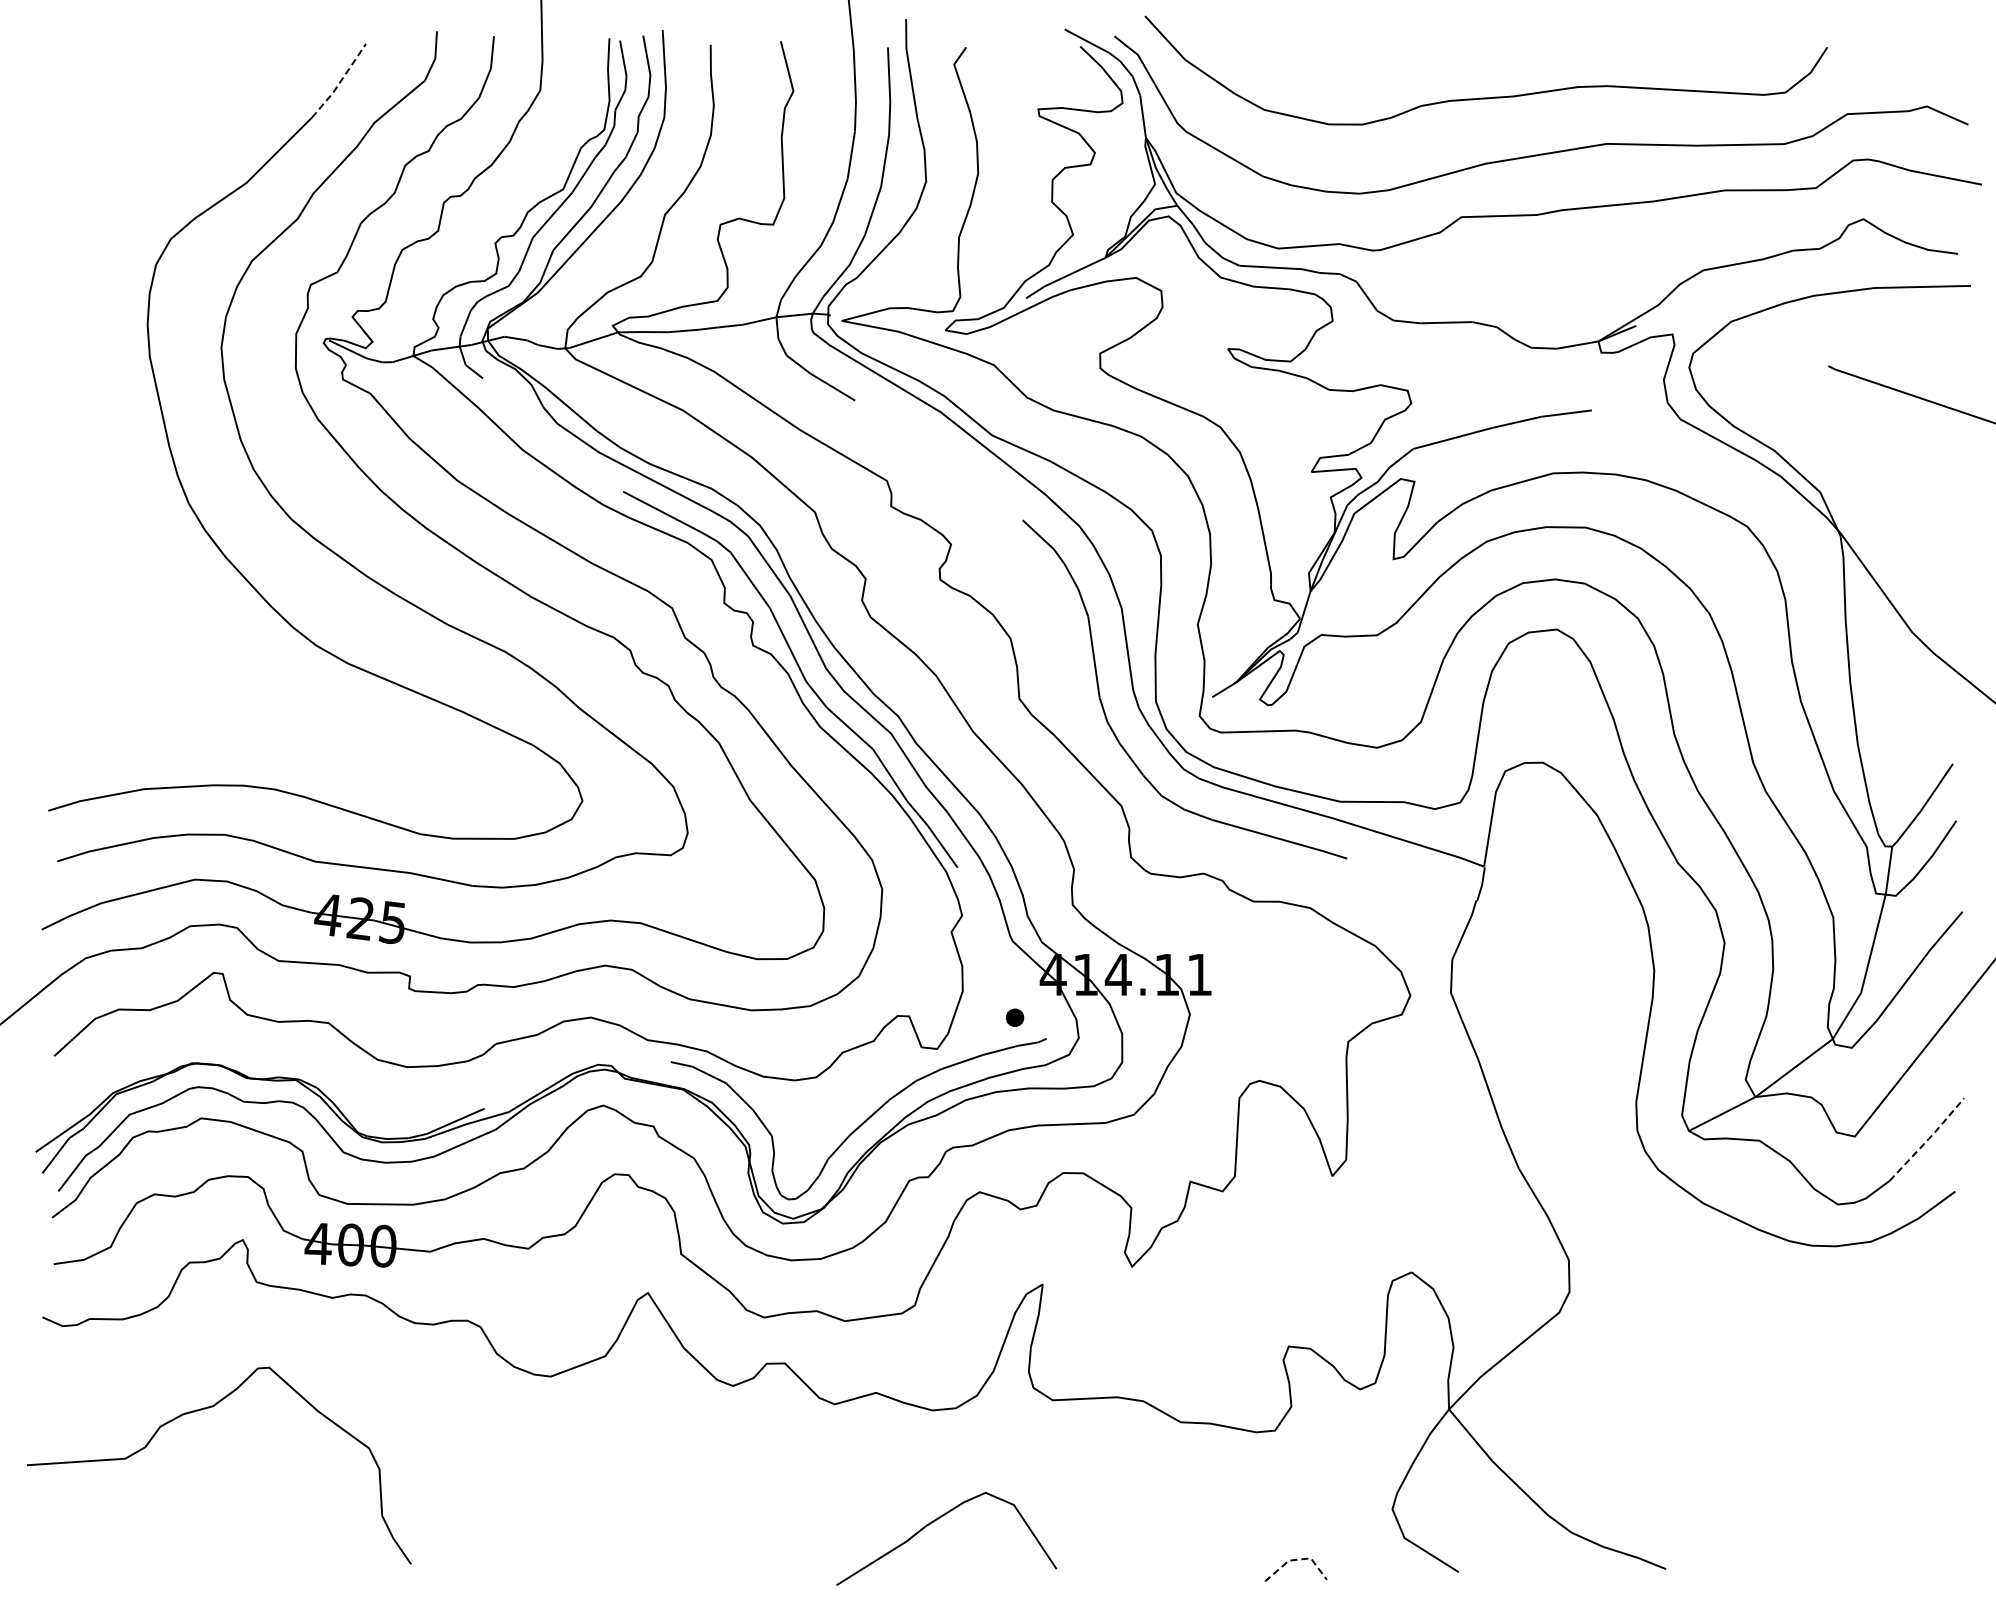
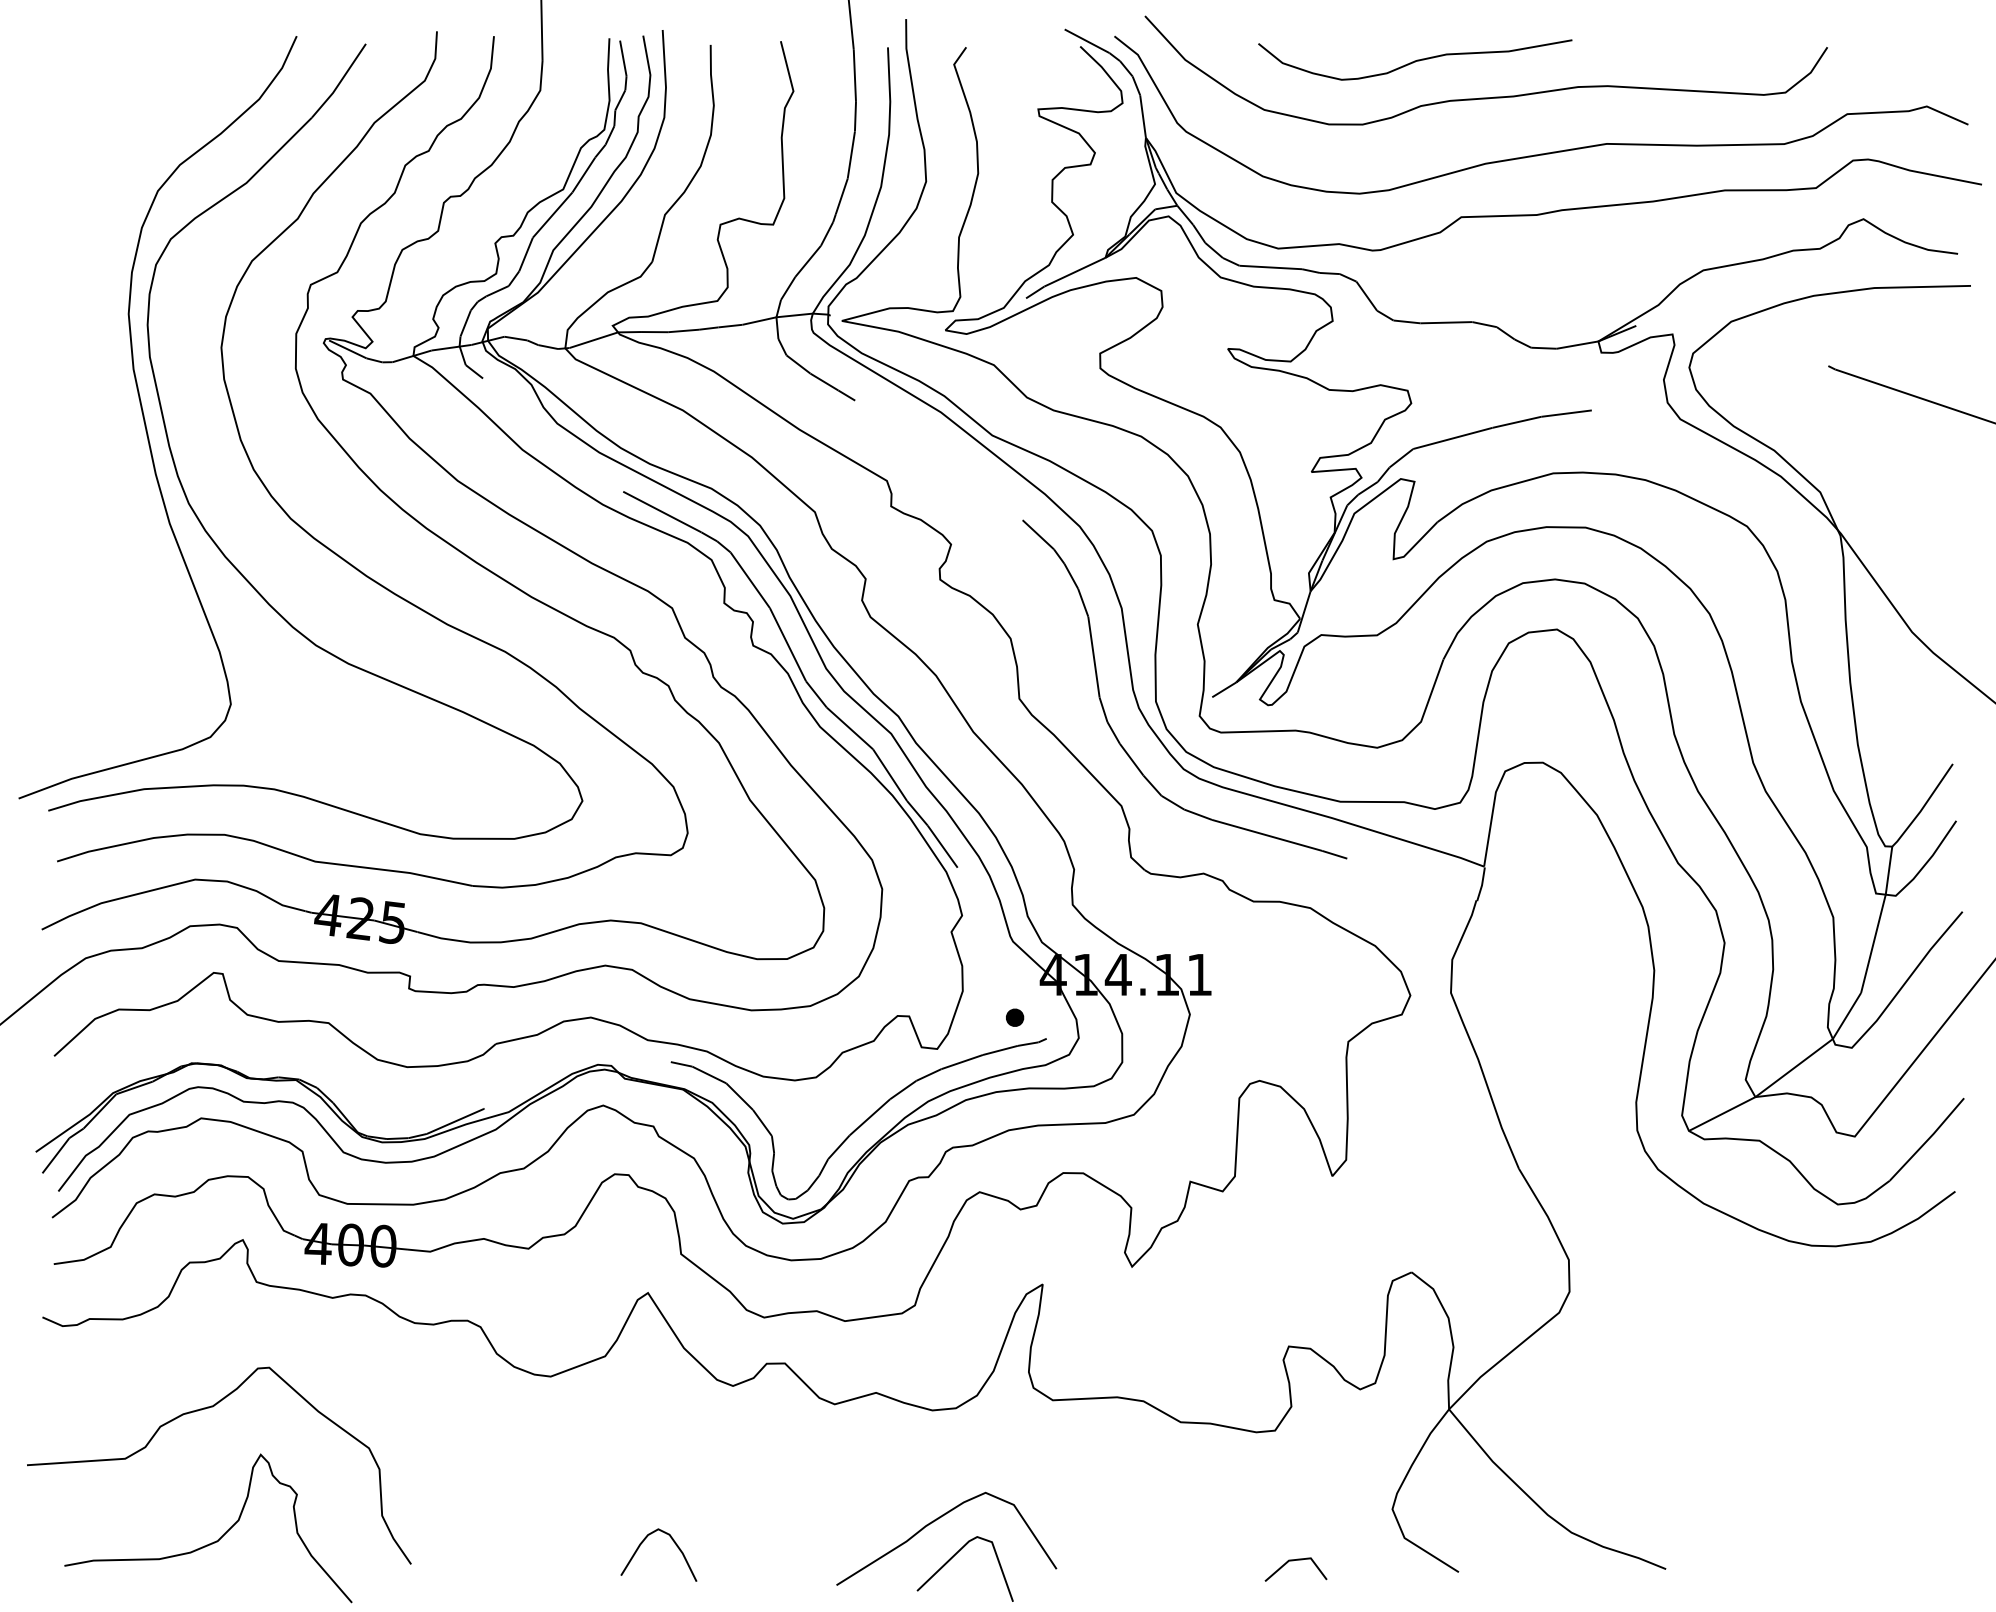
curve at (1415, 60): none -> present
line at (340, 82): dashed -> solid
curve at (145, 419): none -> present
line at (1928, 1139): dashed -> solid
curve at (213, 1541): none -> present
curve at (643, 1542): none -> present
line at (953, 1557): none -> present
line at (1297, 1559): dashed -> solid
